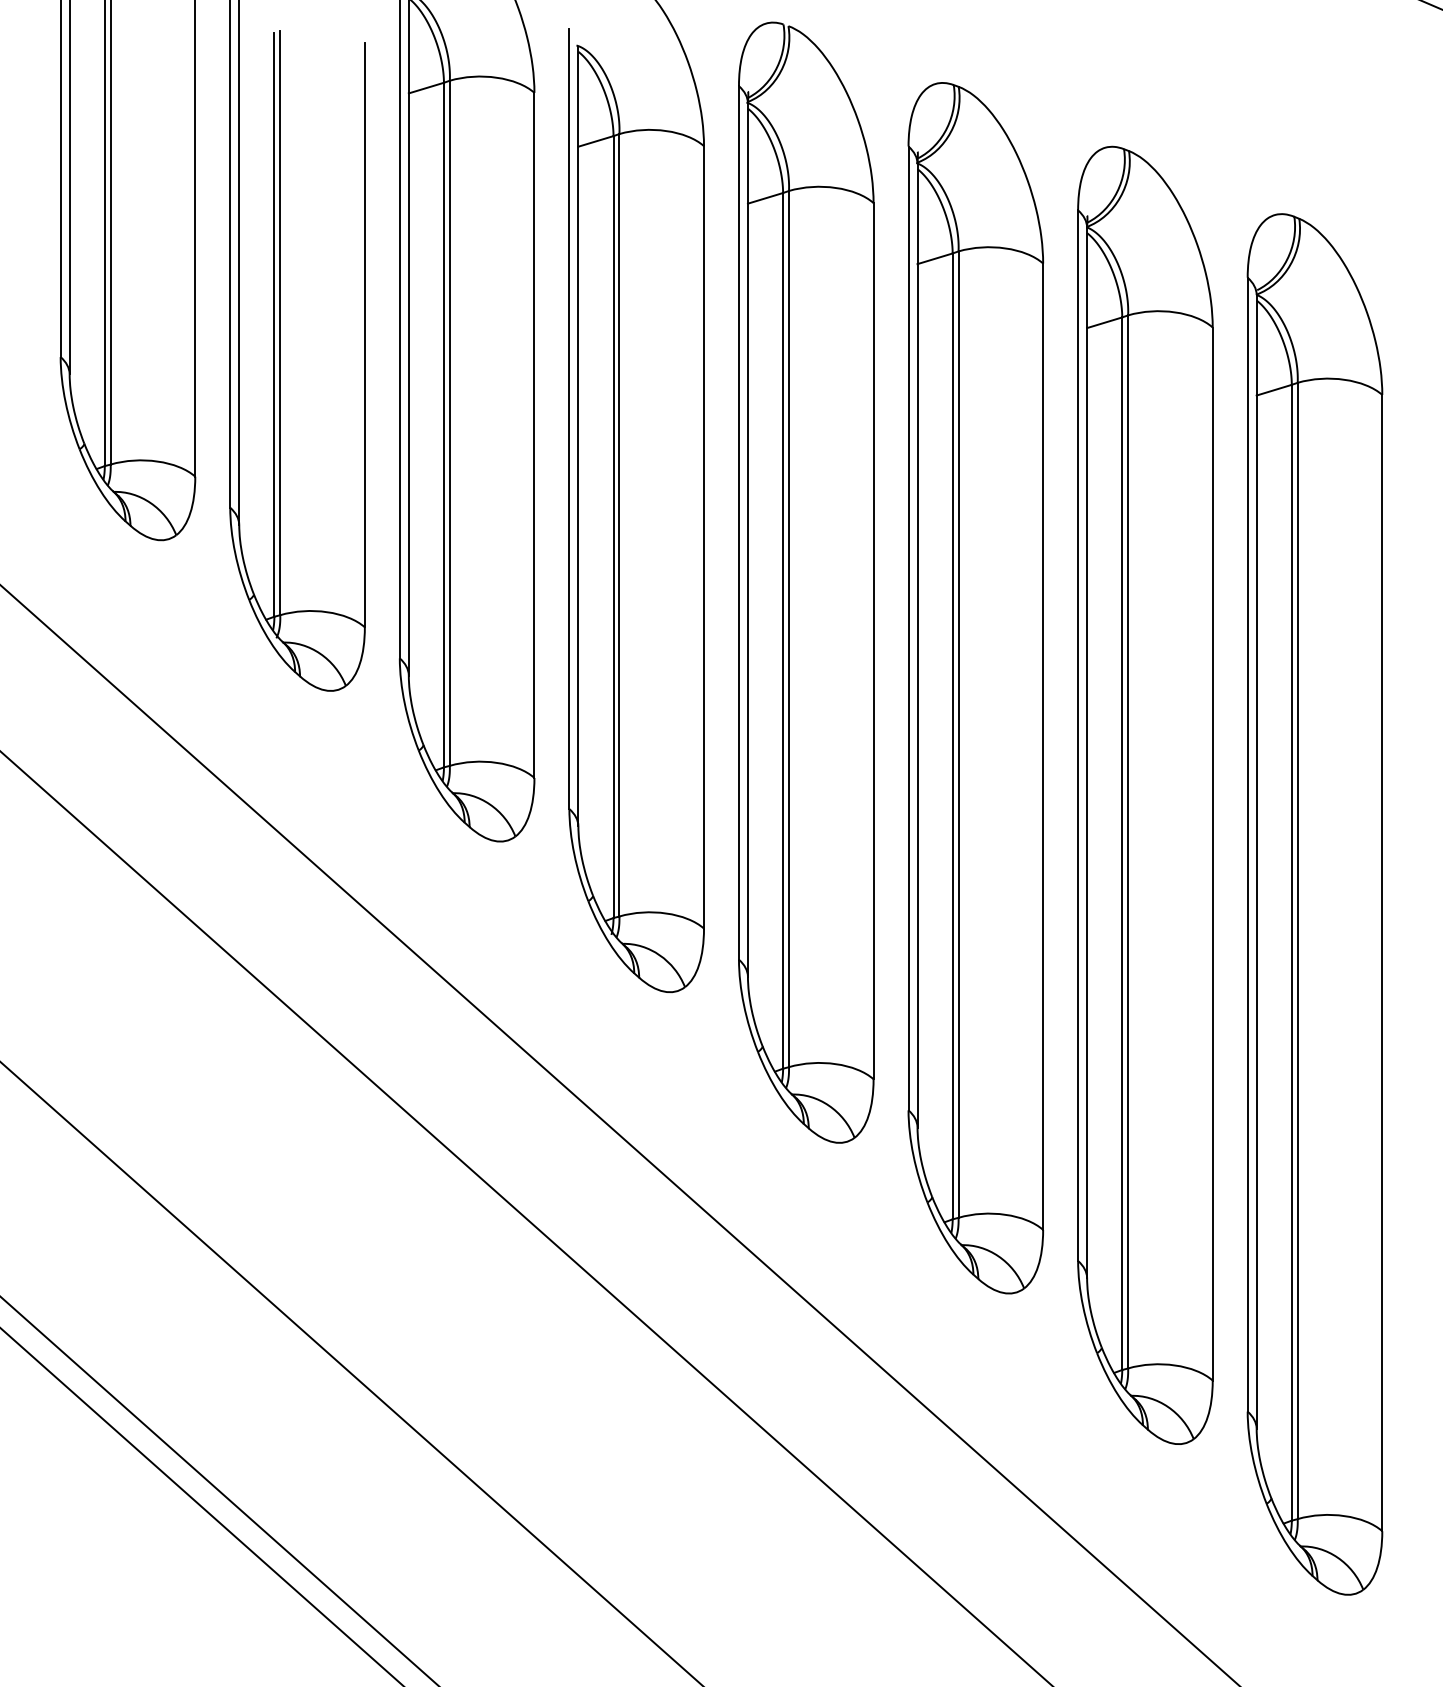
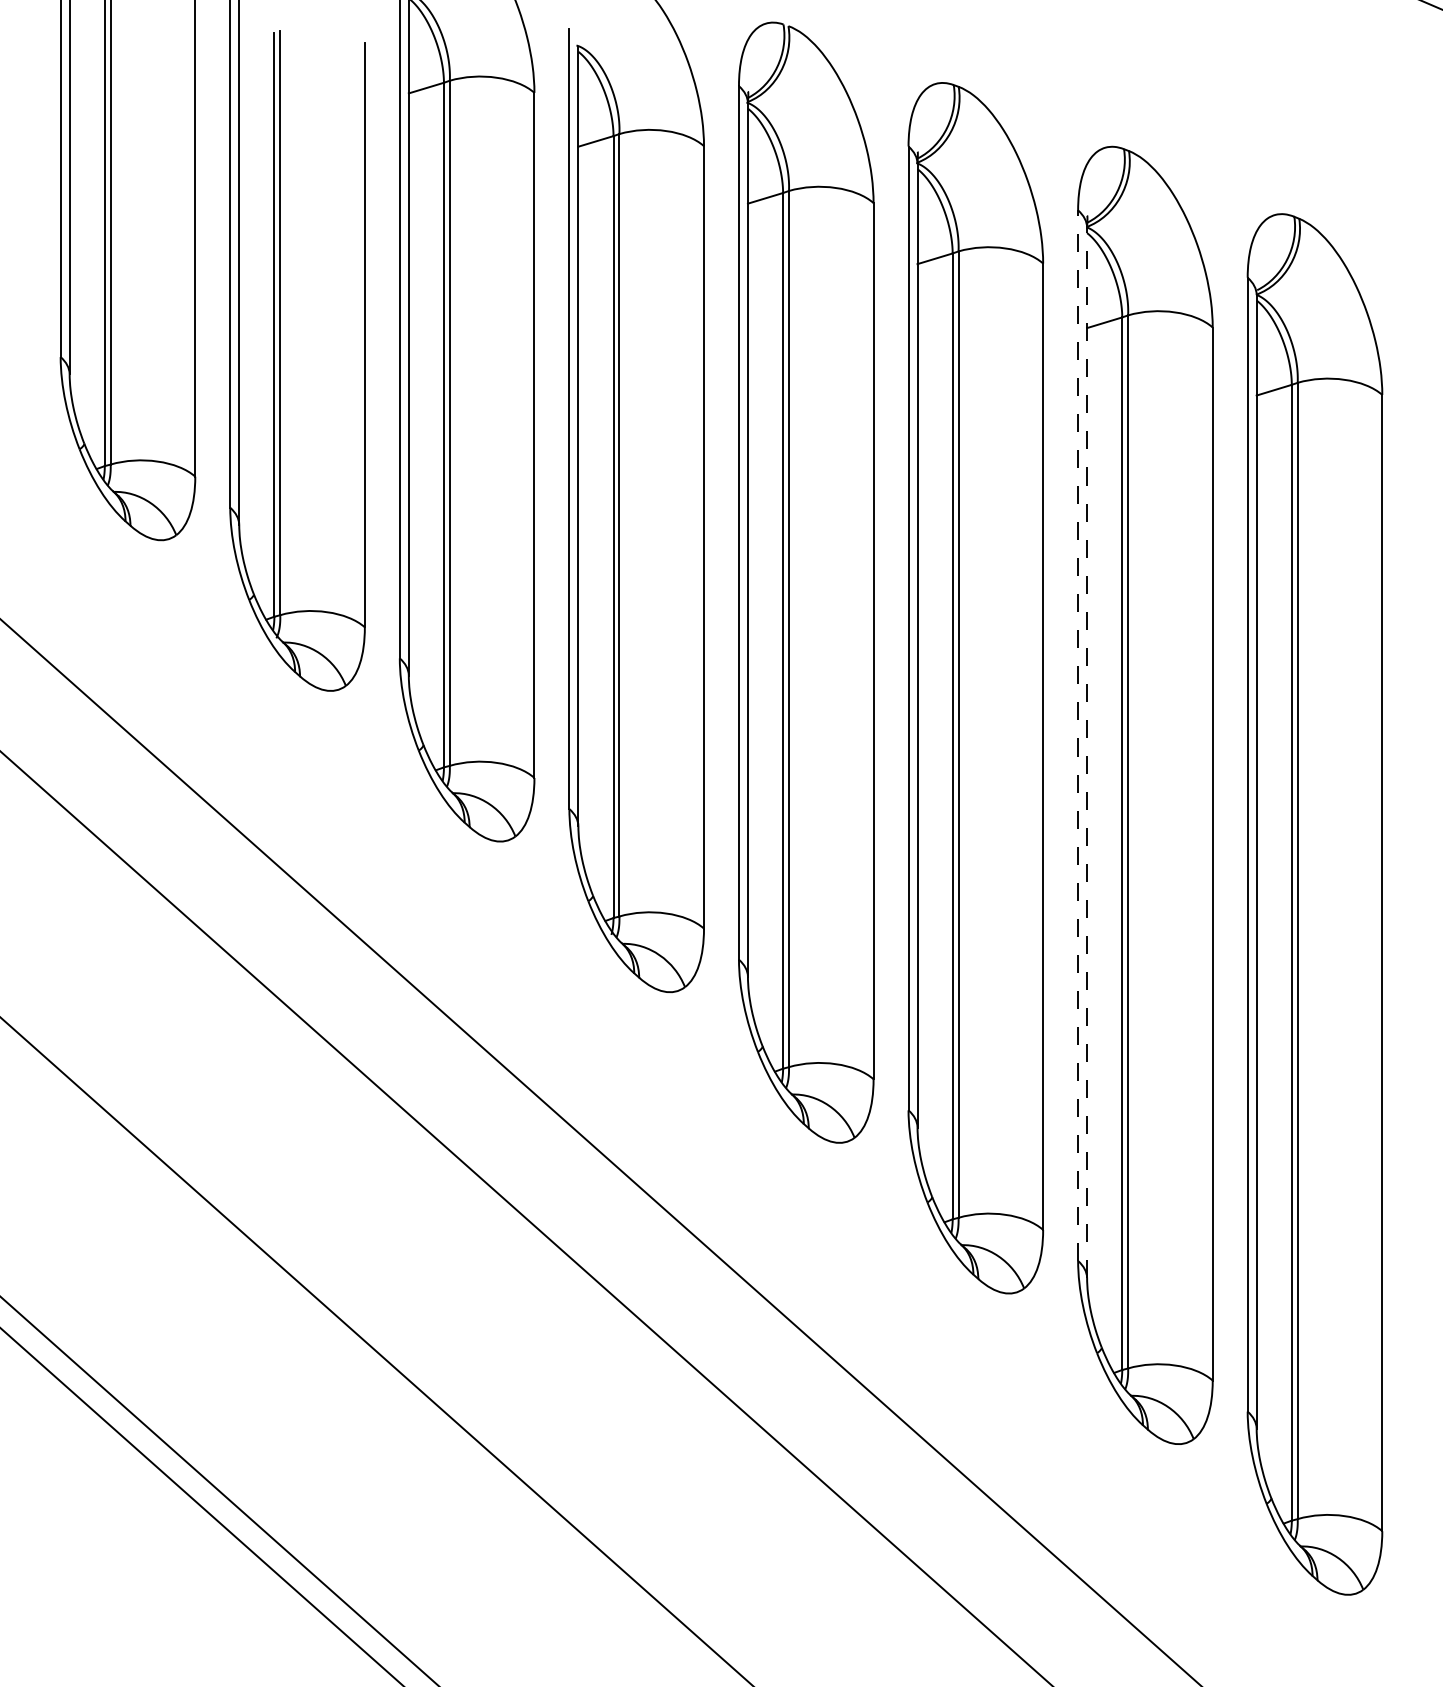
line at (1078, 735): solid -> dashed
line at (1087, 752): solid -> dashed
line at (619, 1134) position: (619, 1134) -> (600, 1152)
line at (350, 1373) position: (350, 1373) -> (376, 1351)
